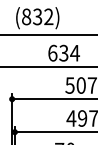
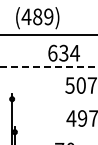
text at (37, 16): (832) -> (489)
line at (48, 66): solid -> dashed
line at (53, 99): present -> none
line at (54, 132): present -> none
